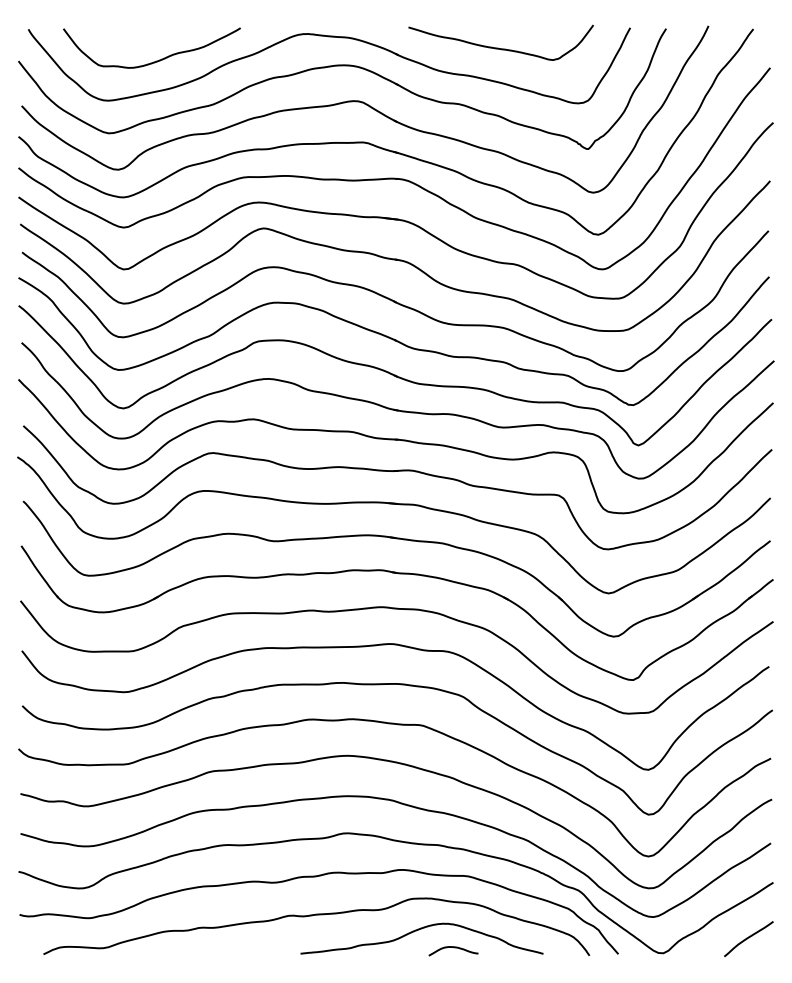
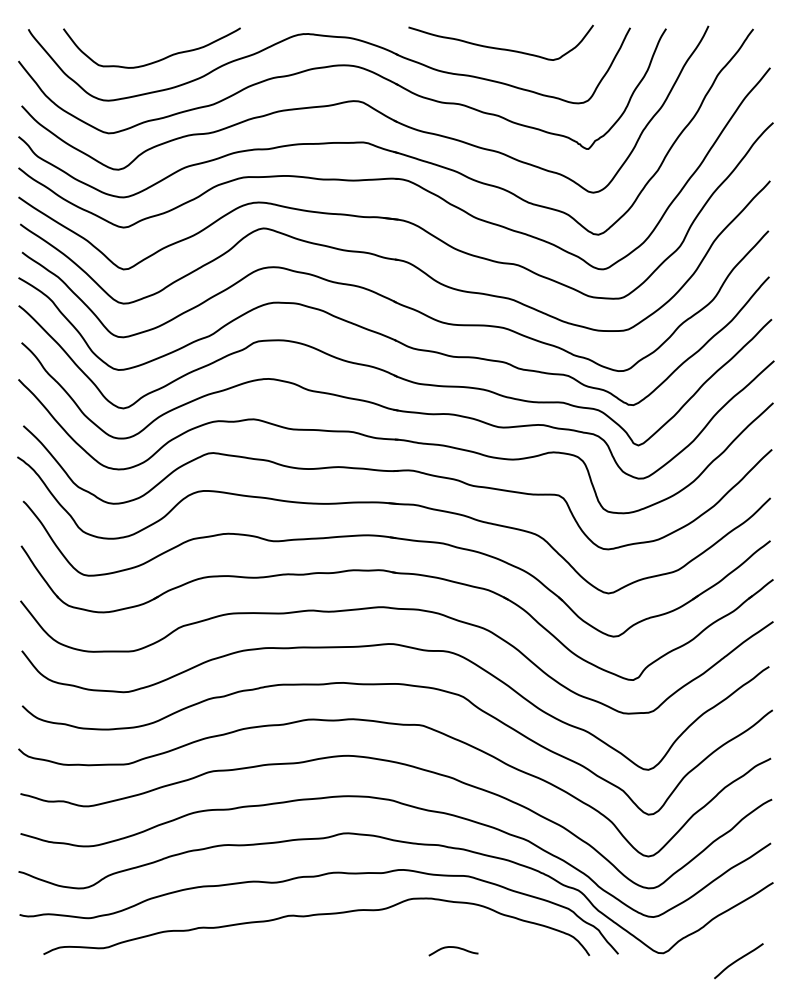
curve at (419, 930): present -> none
curve at (748, 938) position: (748, 938) -> (738, 960)
